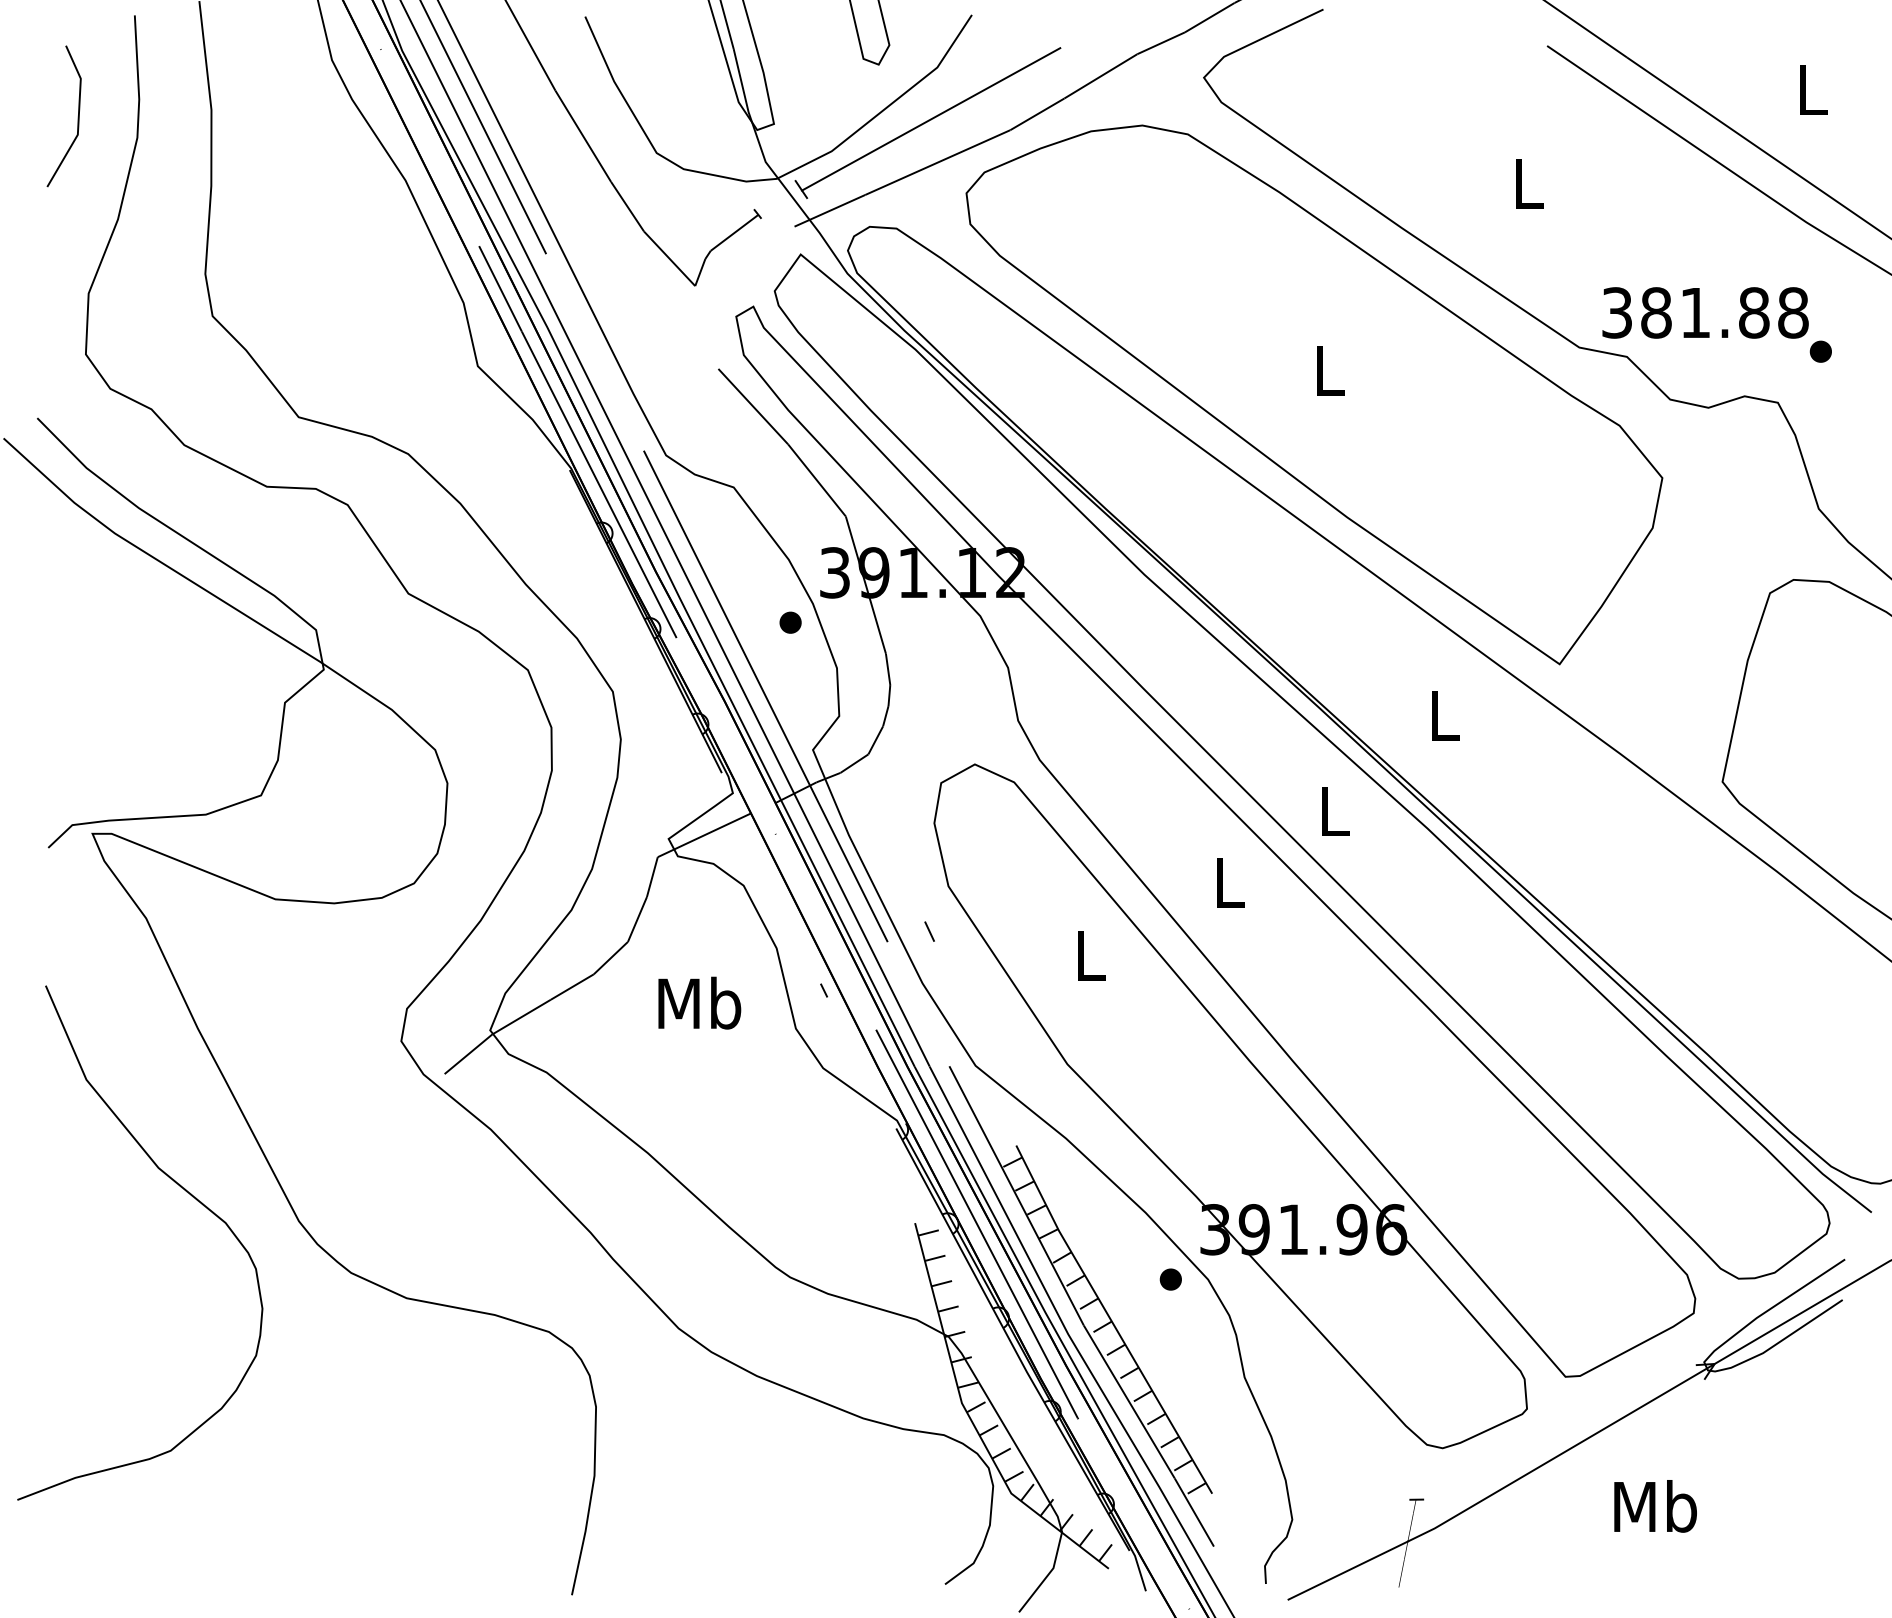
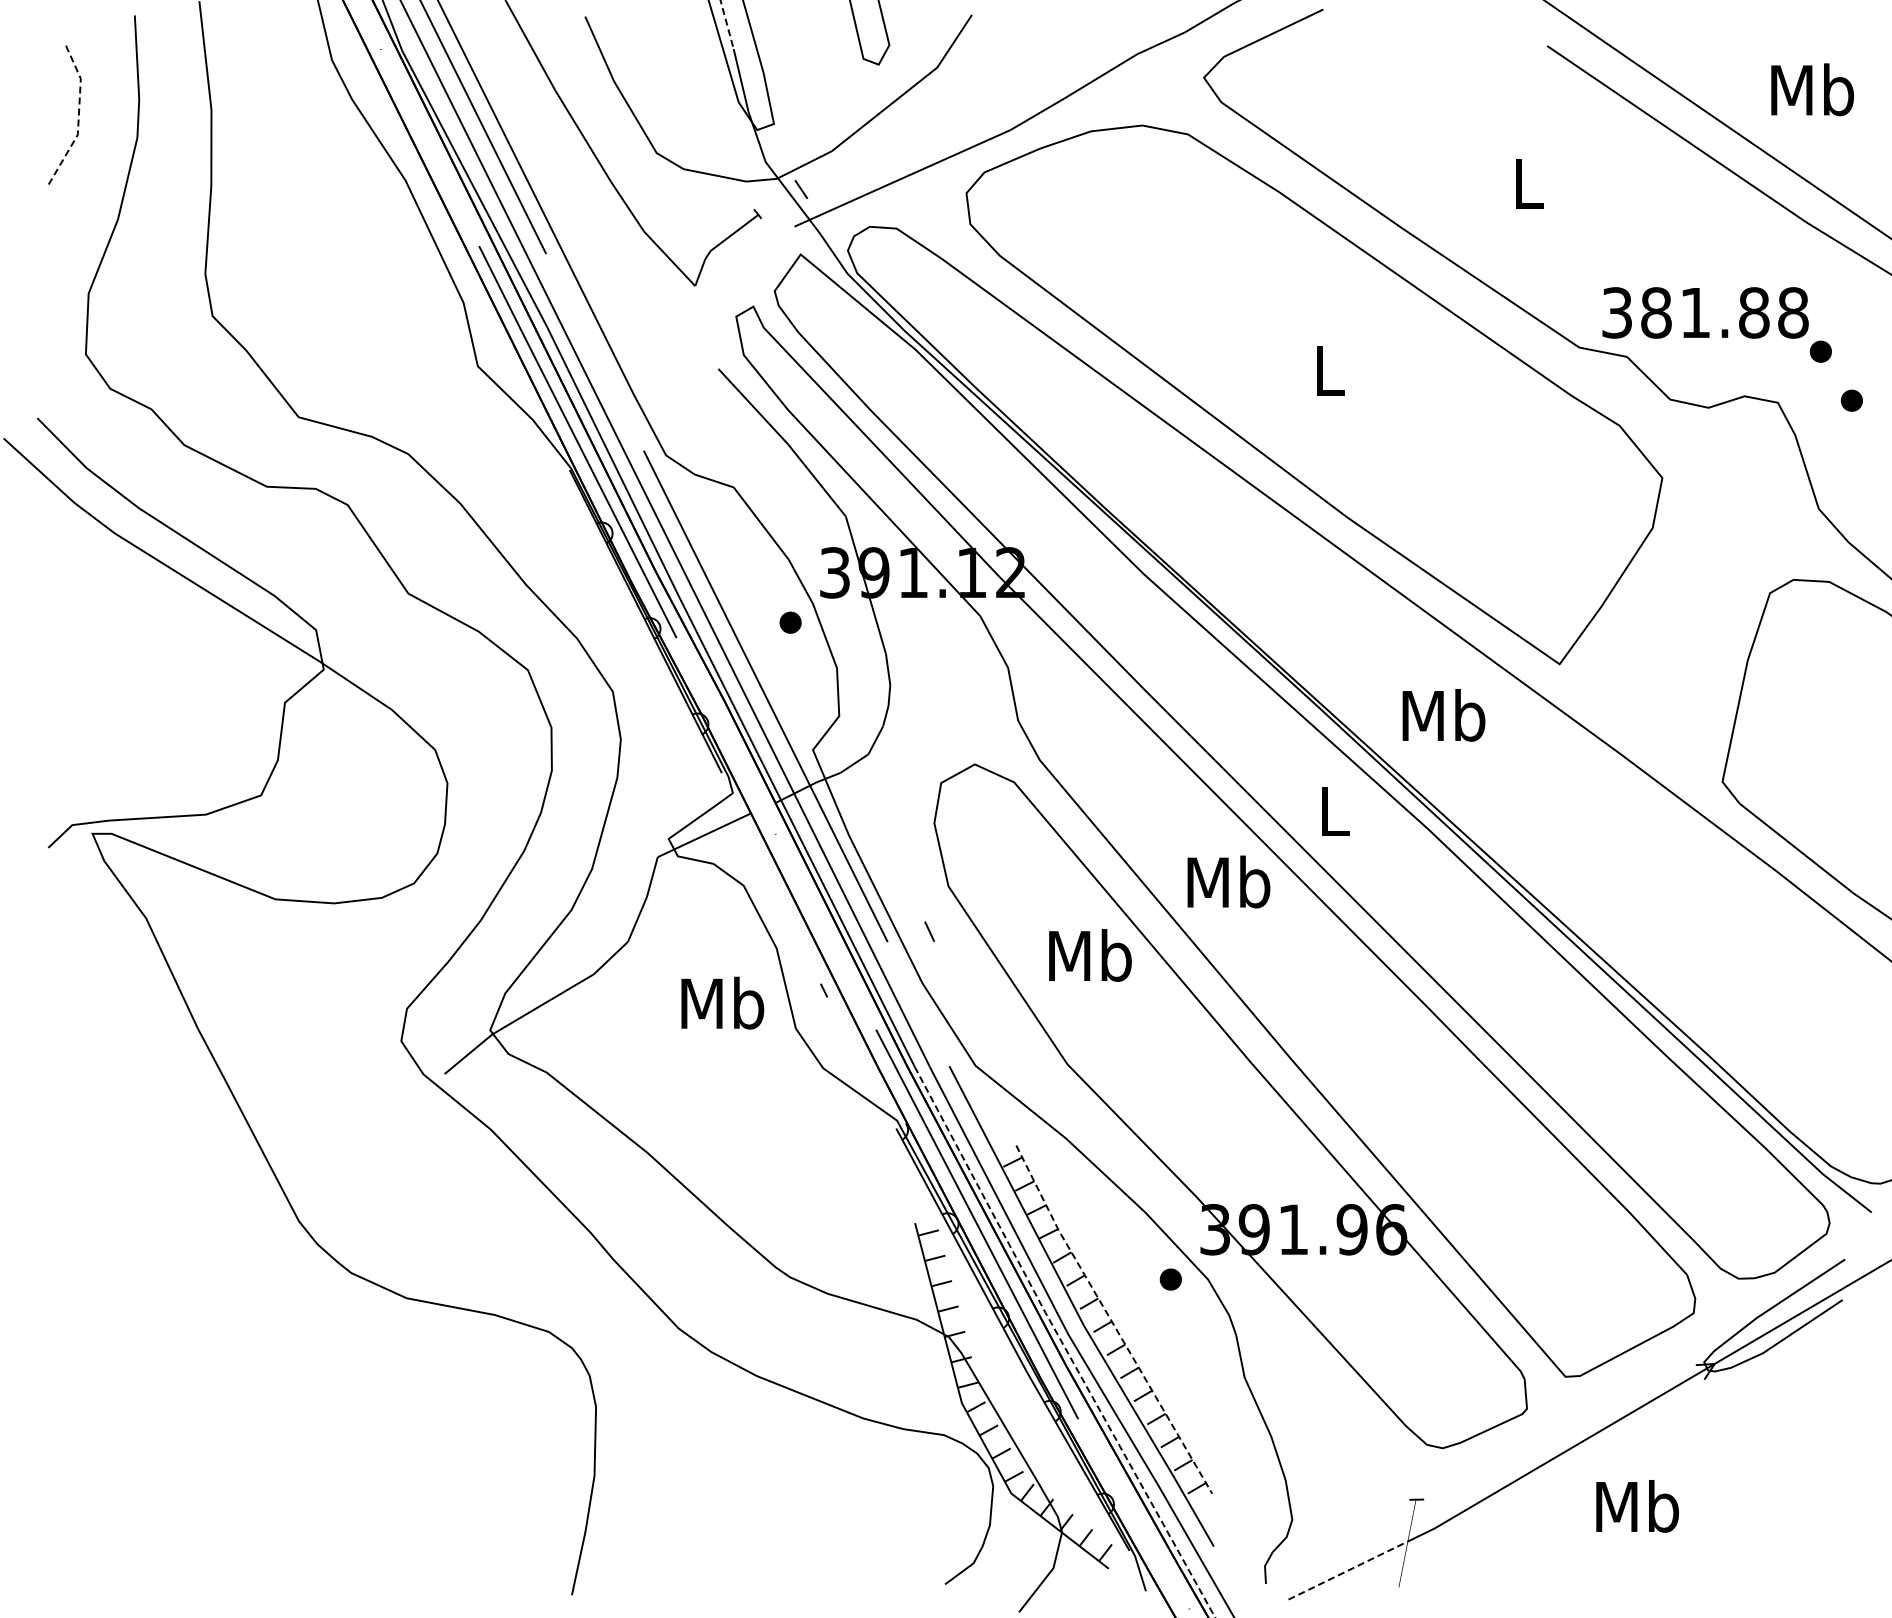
line at (727, 25): solid -> dashed
text at (1812, 89): L -> Mb
line at (78, 119): solid -> dashed
line at (931, 119): present -> none
part at (1851, 400): none -> present
text at (1443, 715): L -> Mb
text at (1228, 881): L -> Mb
text at (1090, 955): L -> Mb
text at (699, 1002) position: (699, 1002) -> (722, 1002)
curve at (186, 1192): present -> none
line at (1111, 1320): solid -> dashed
line at (1062, 1343): solid -> dashed
text at (1655, 1506) position: (1655, 1506) -> (1637, 1506)
line at (1348, 1570): solid -> dashed
